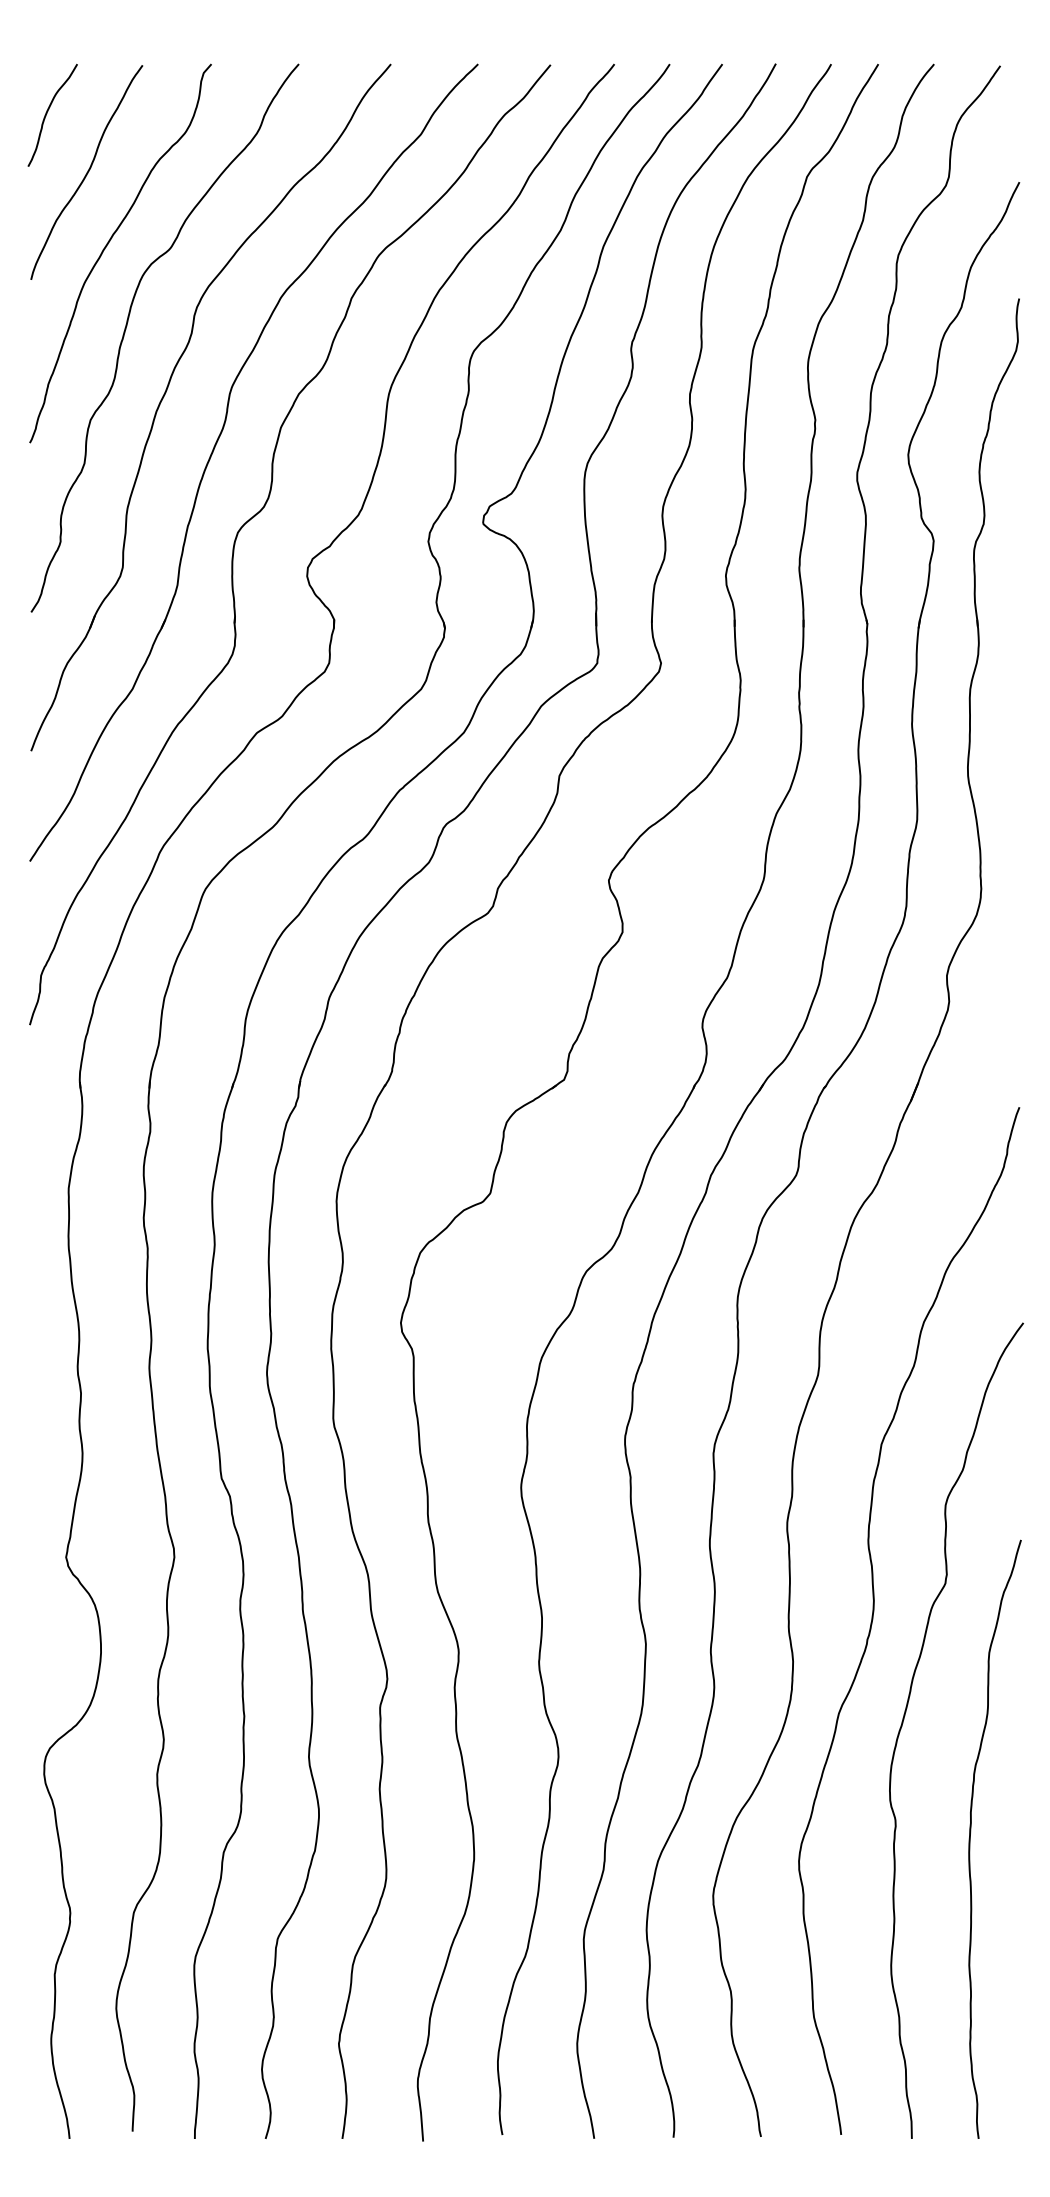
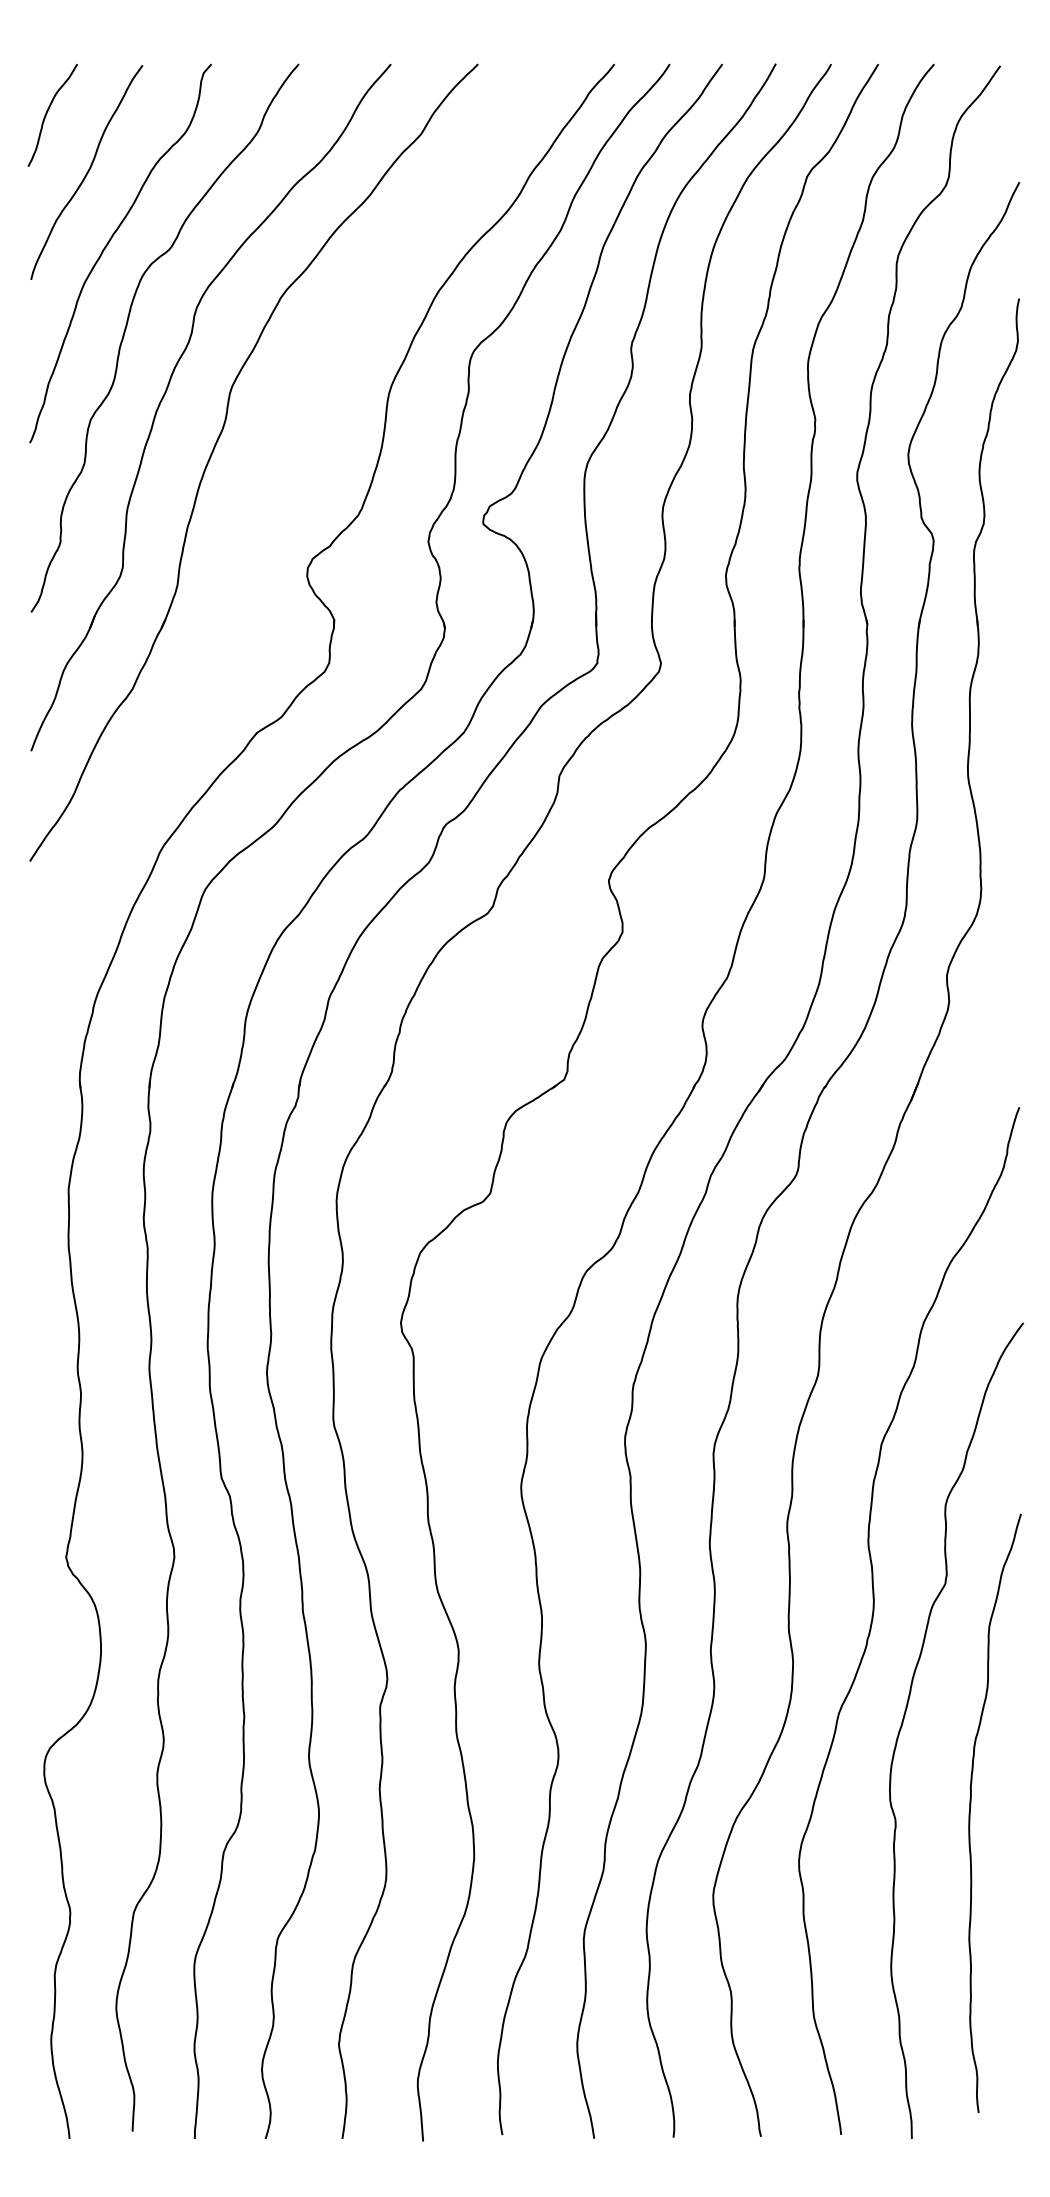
part at (259, 513): present -> none
curve at (971, 1832) position: (971, 1832) -> (971, 1806)
